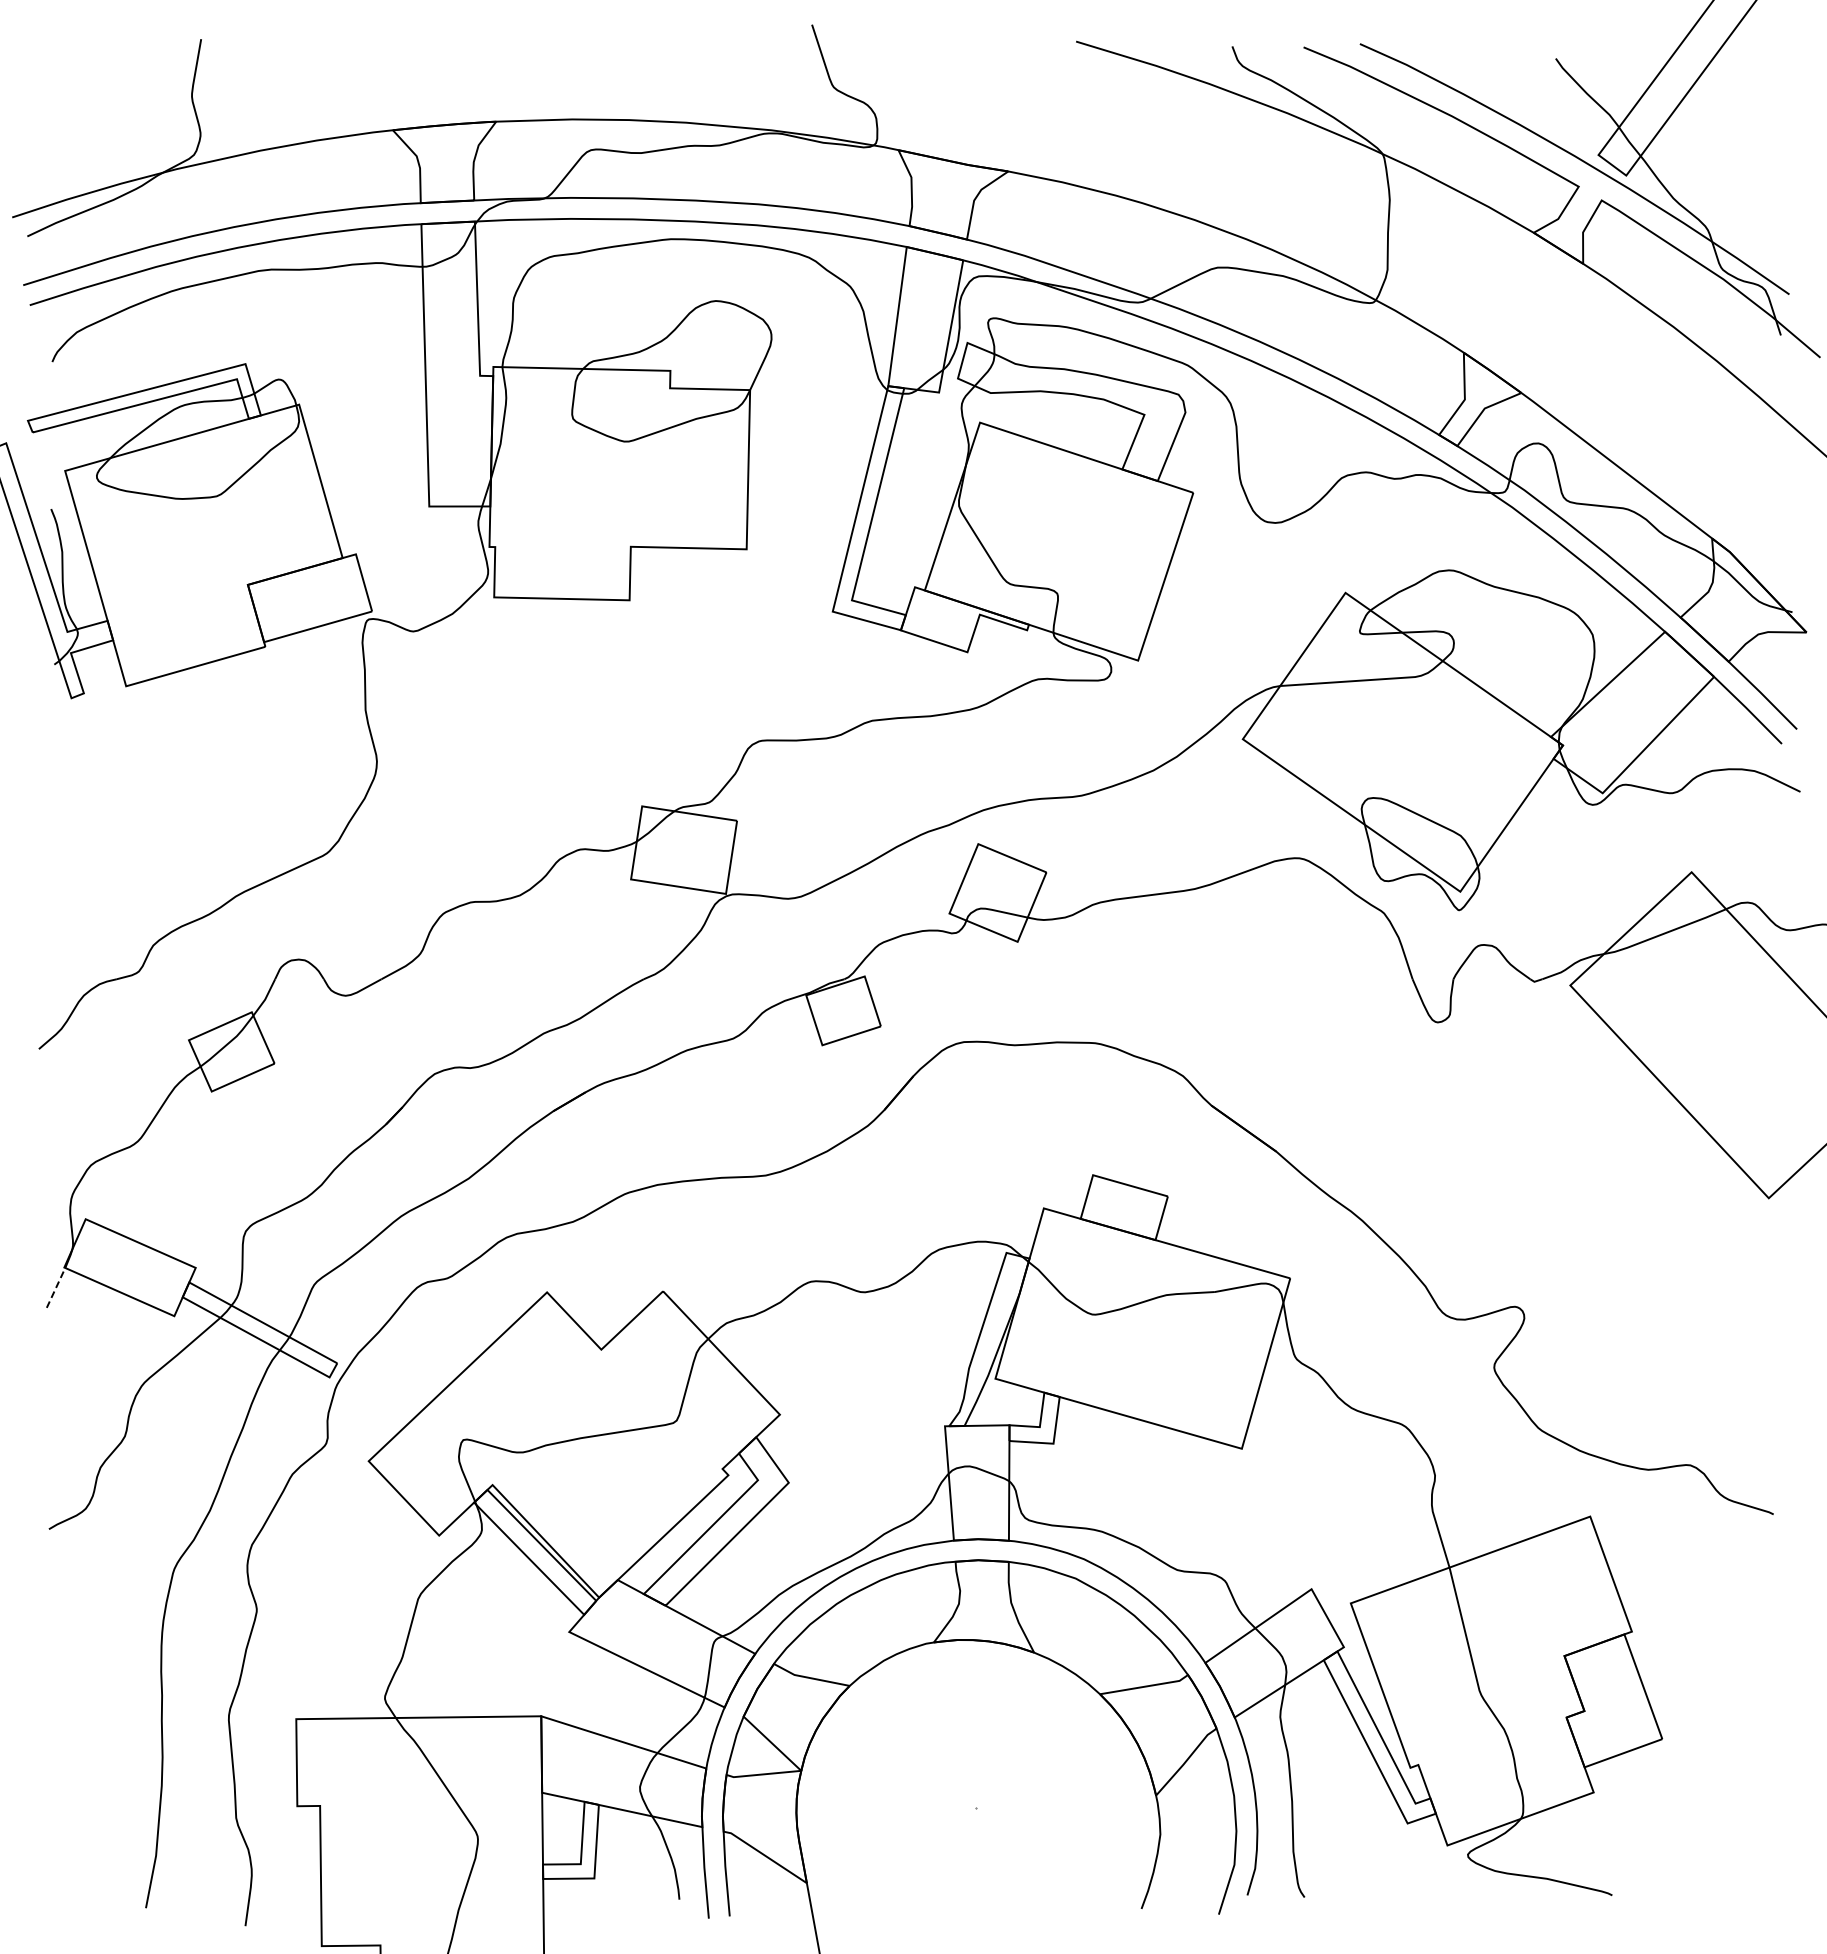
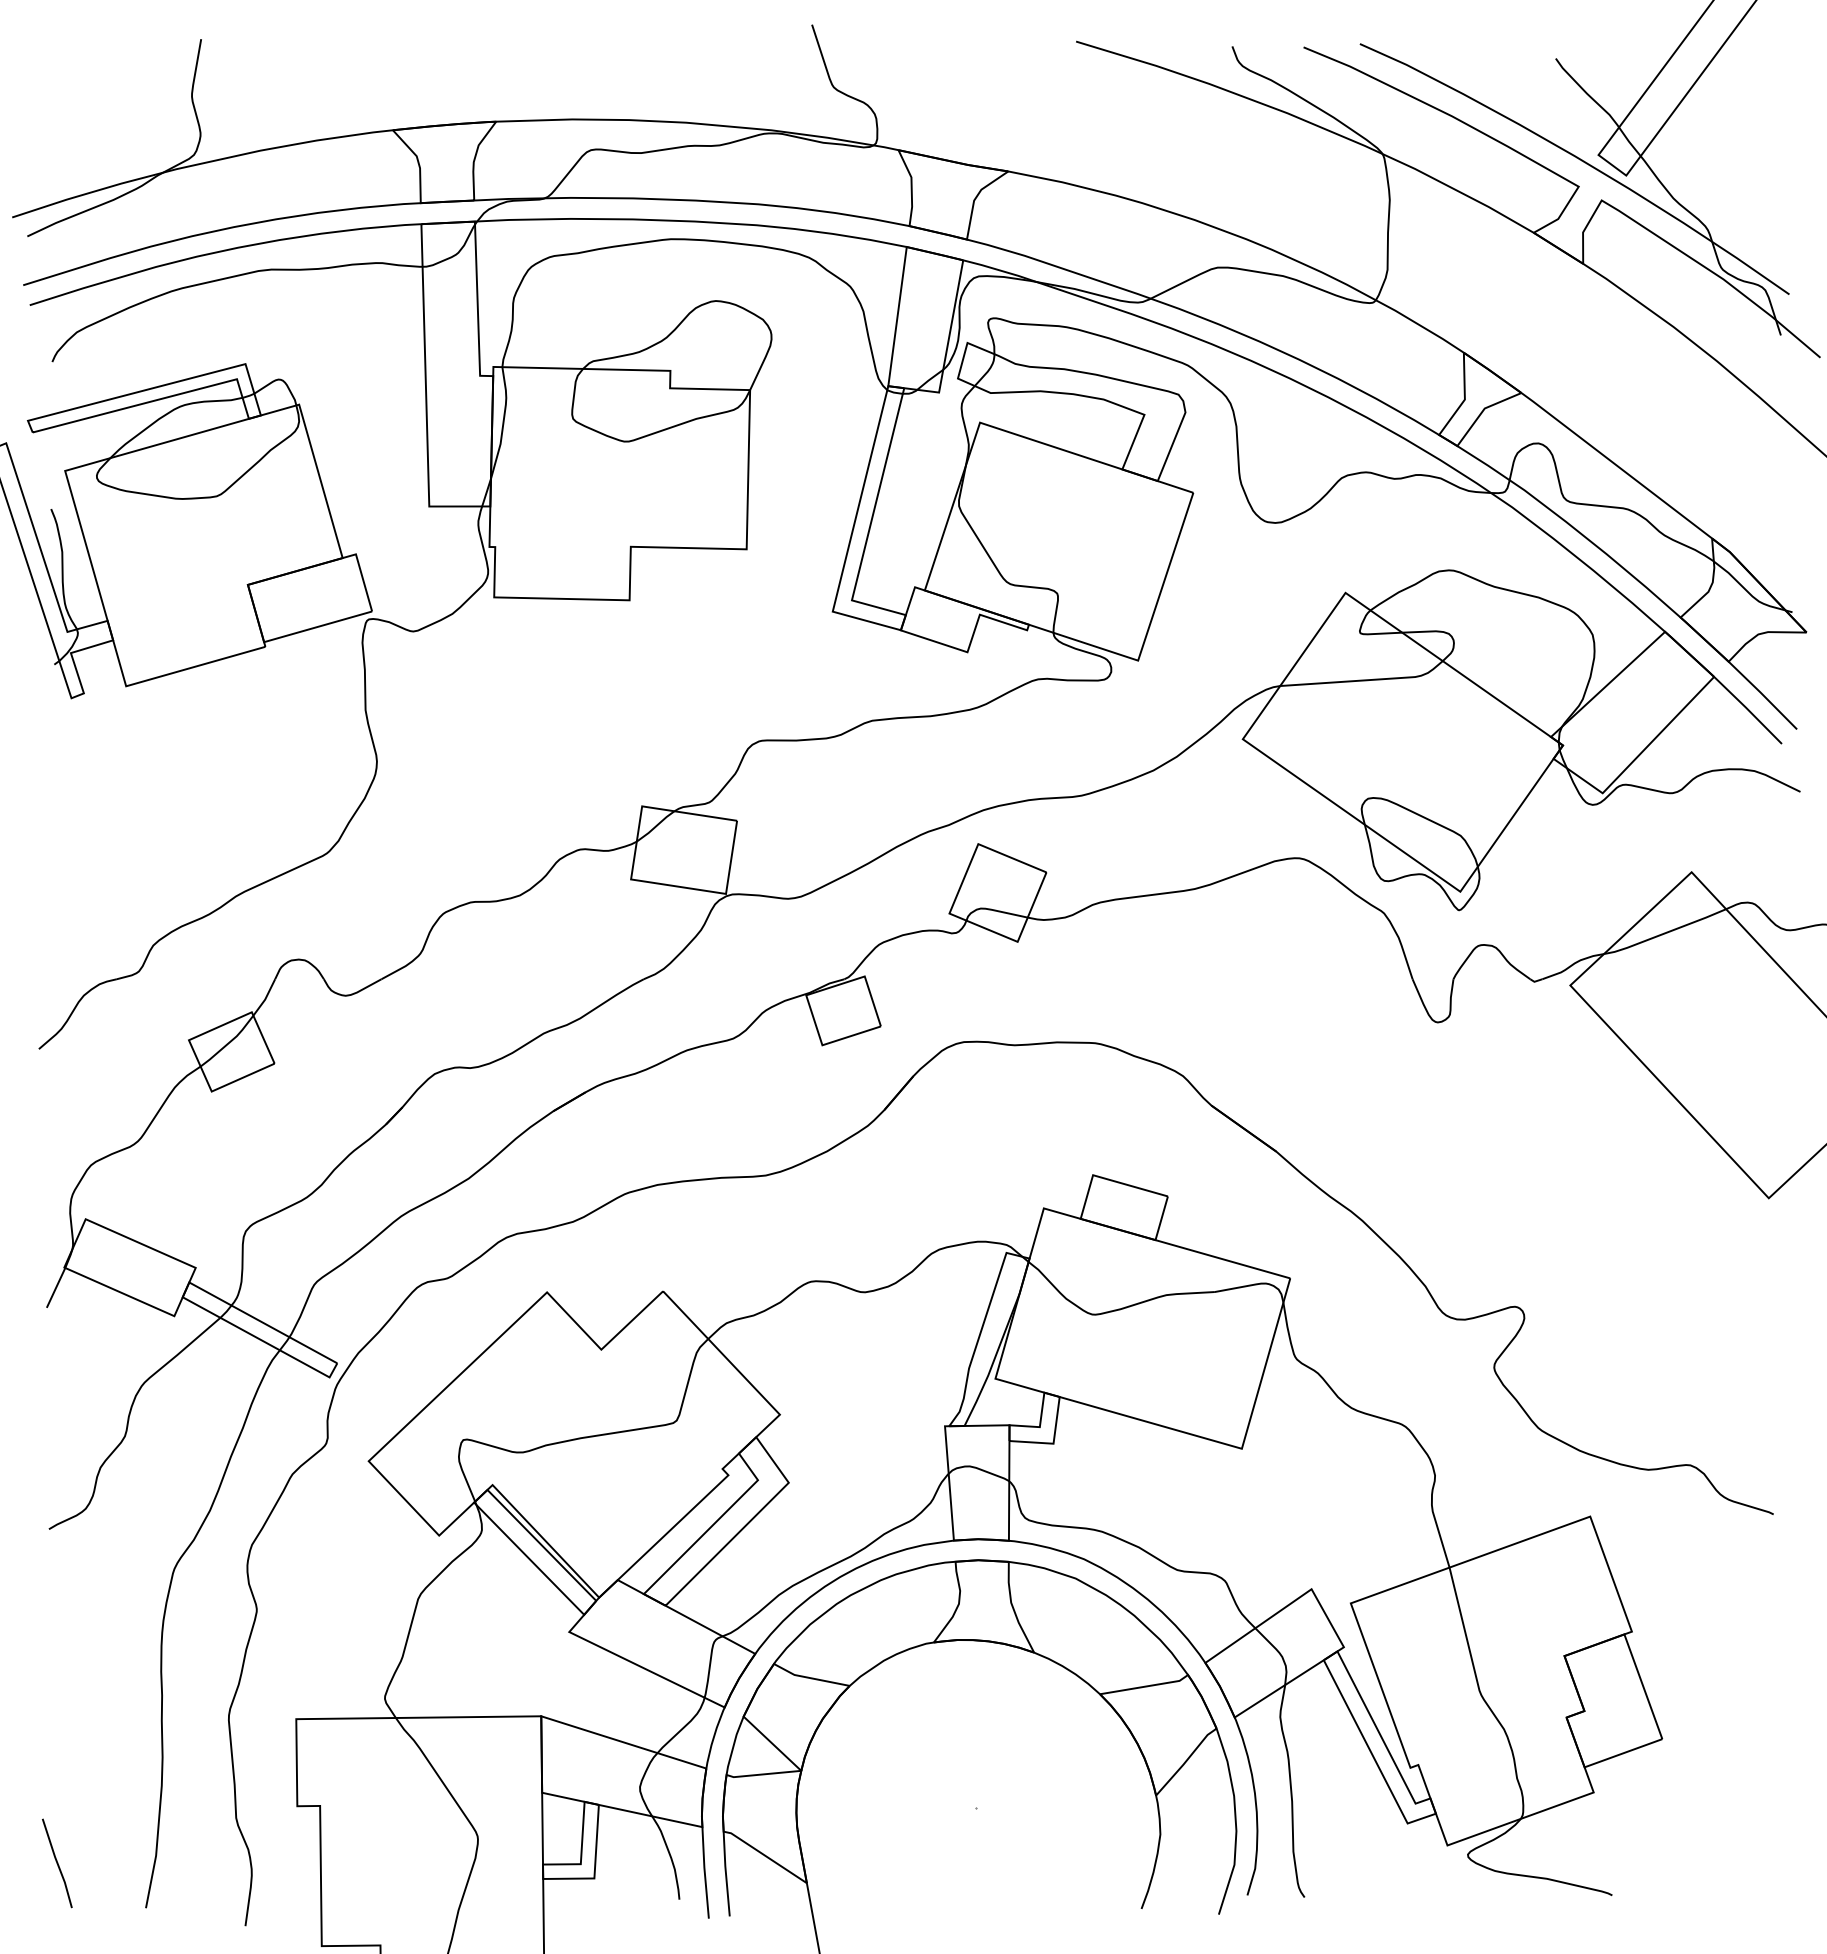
line at (56, 1287): dashed -> solid
line at (57, 1863): none -> present
